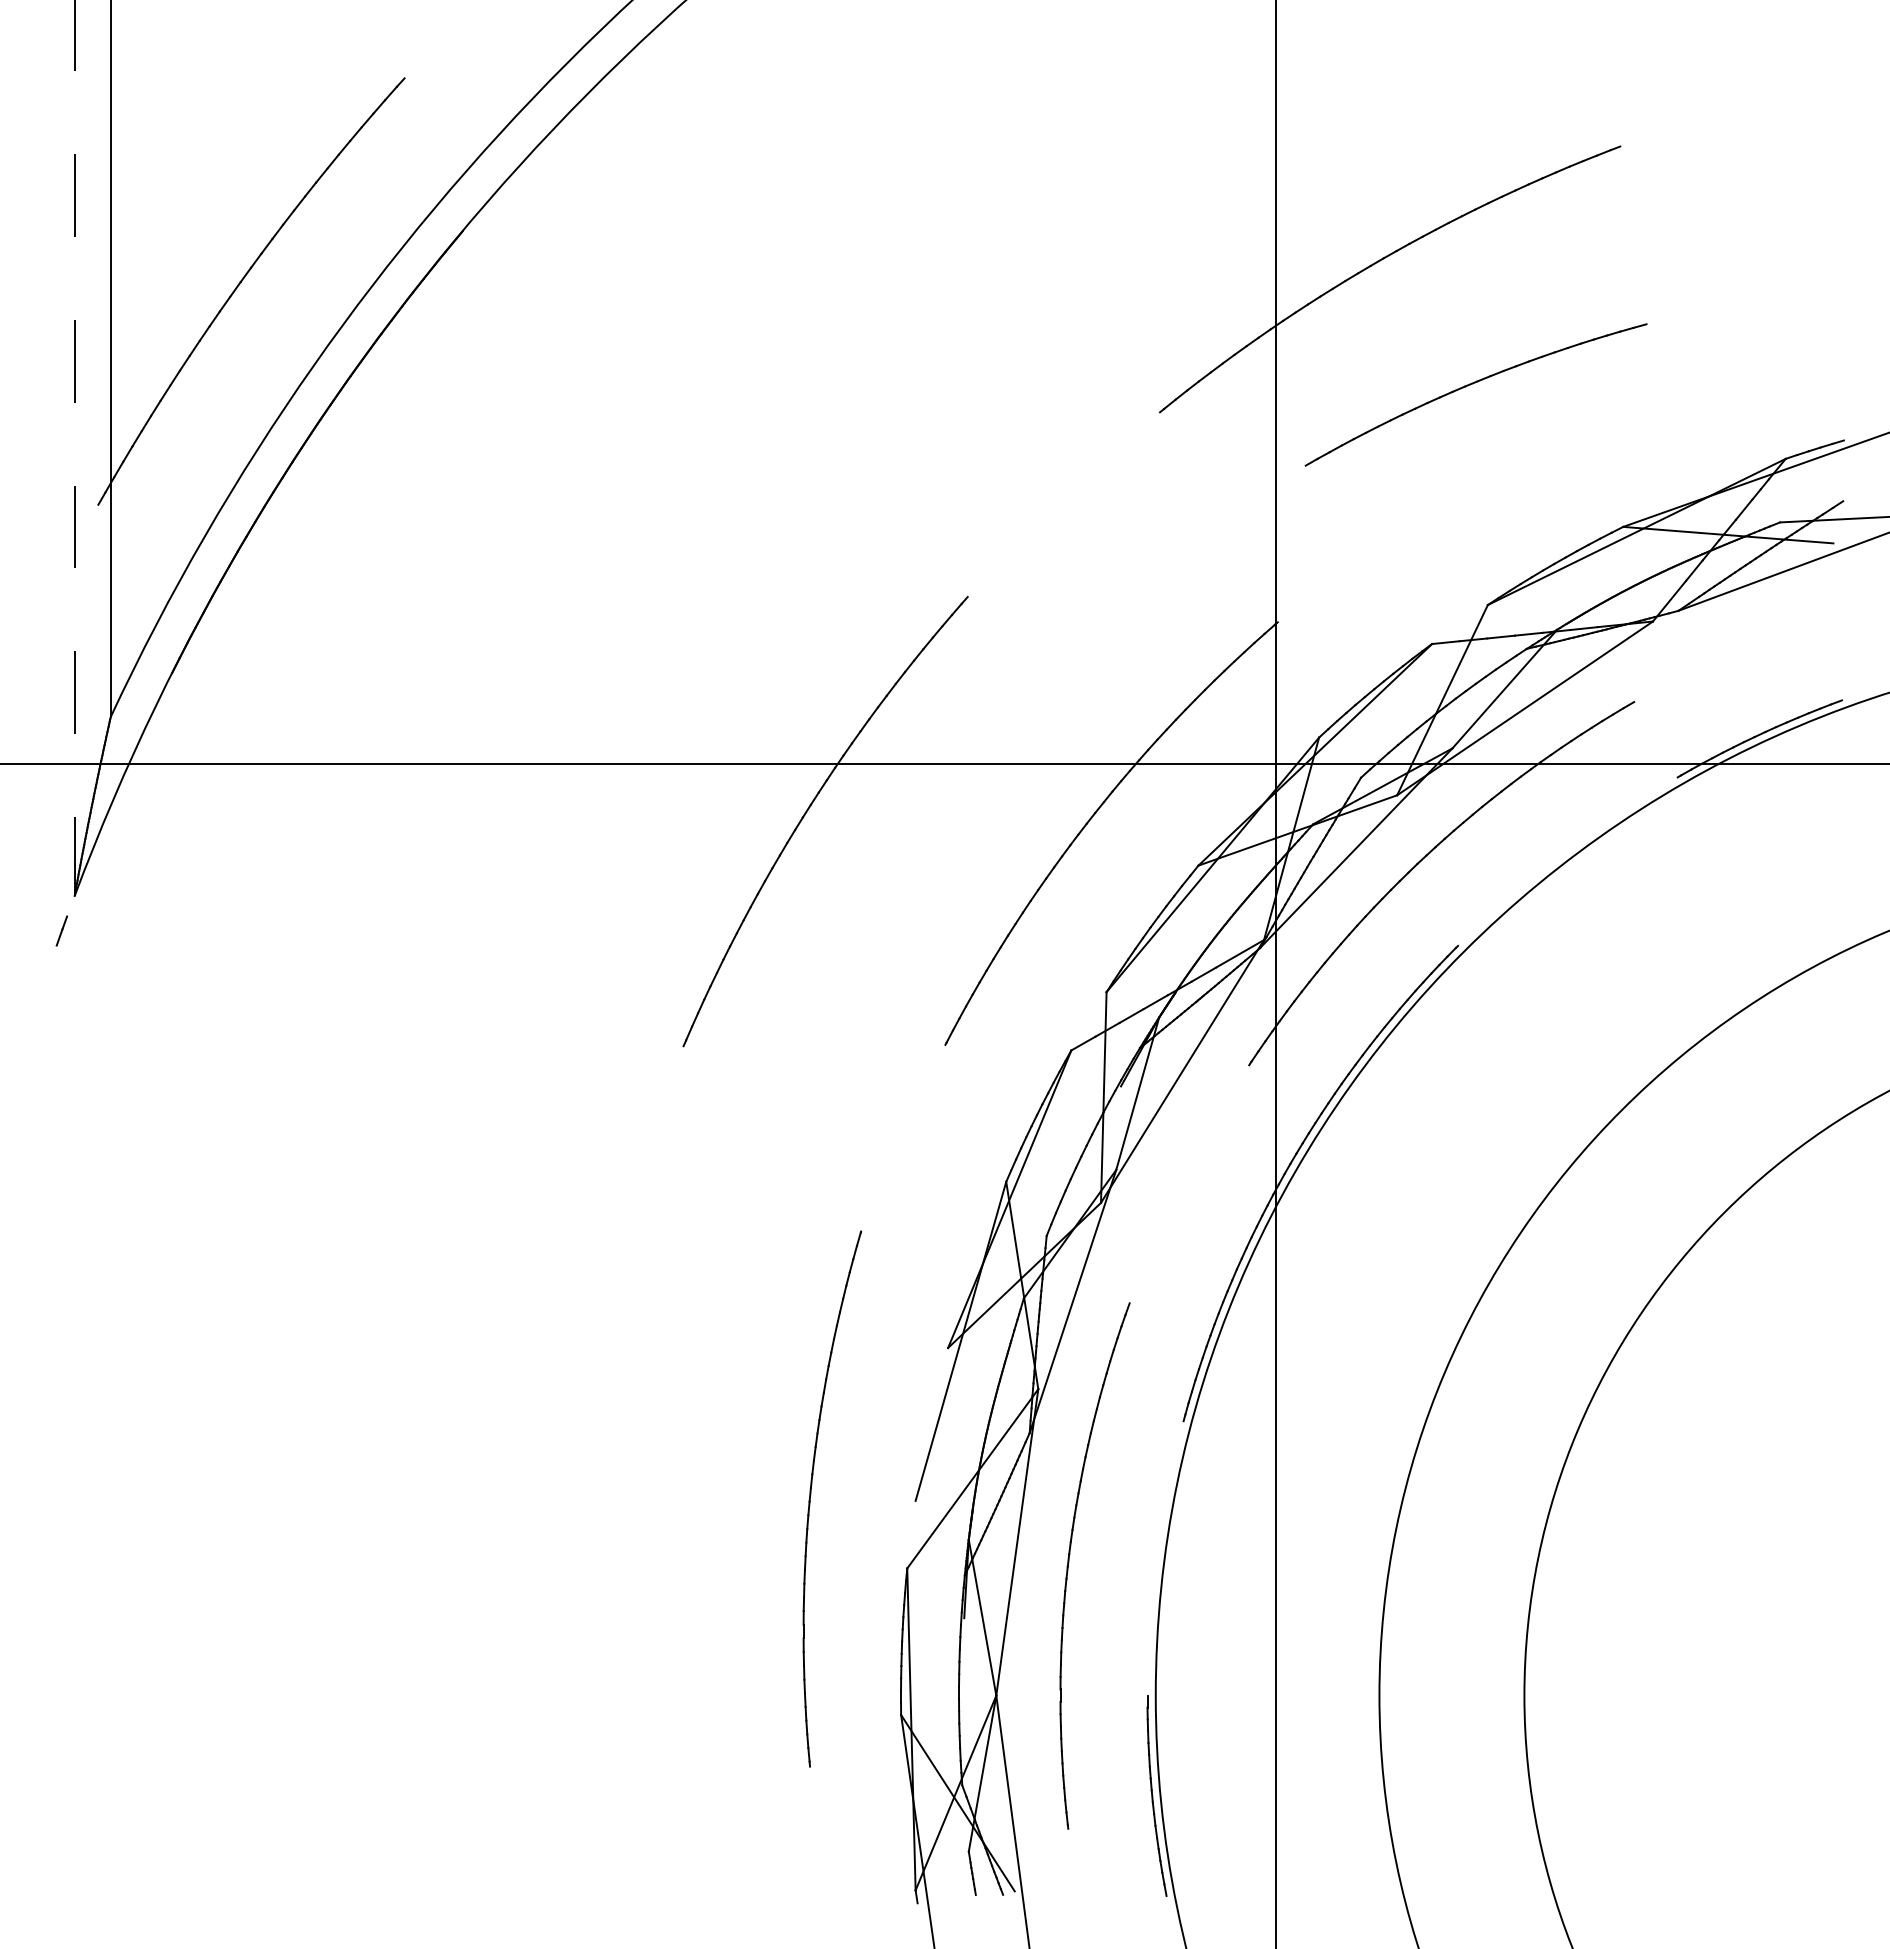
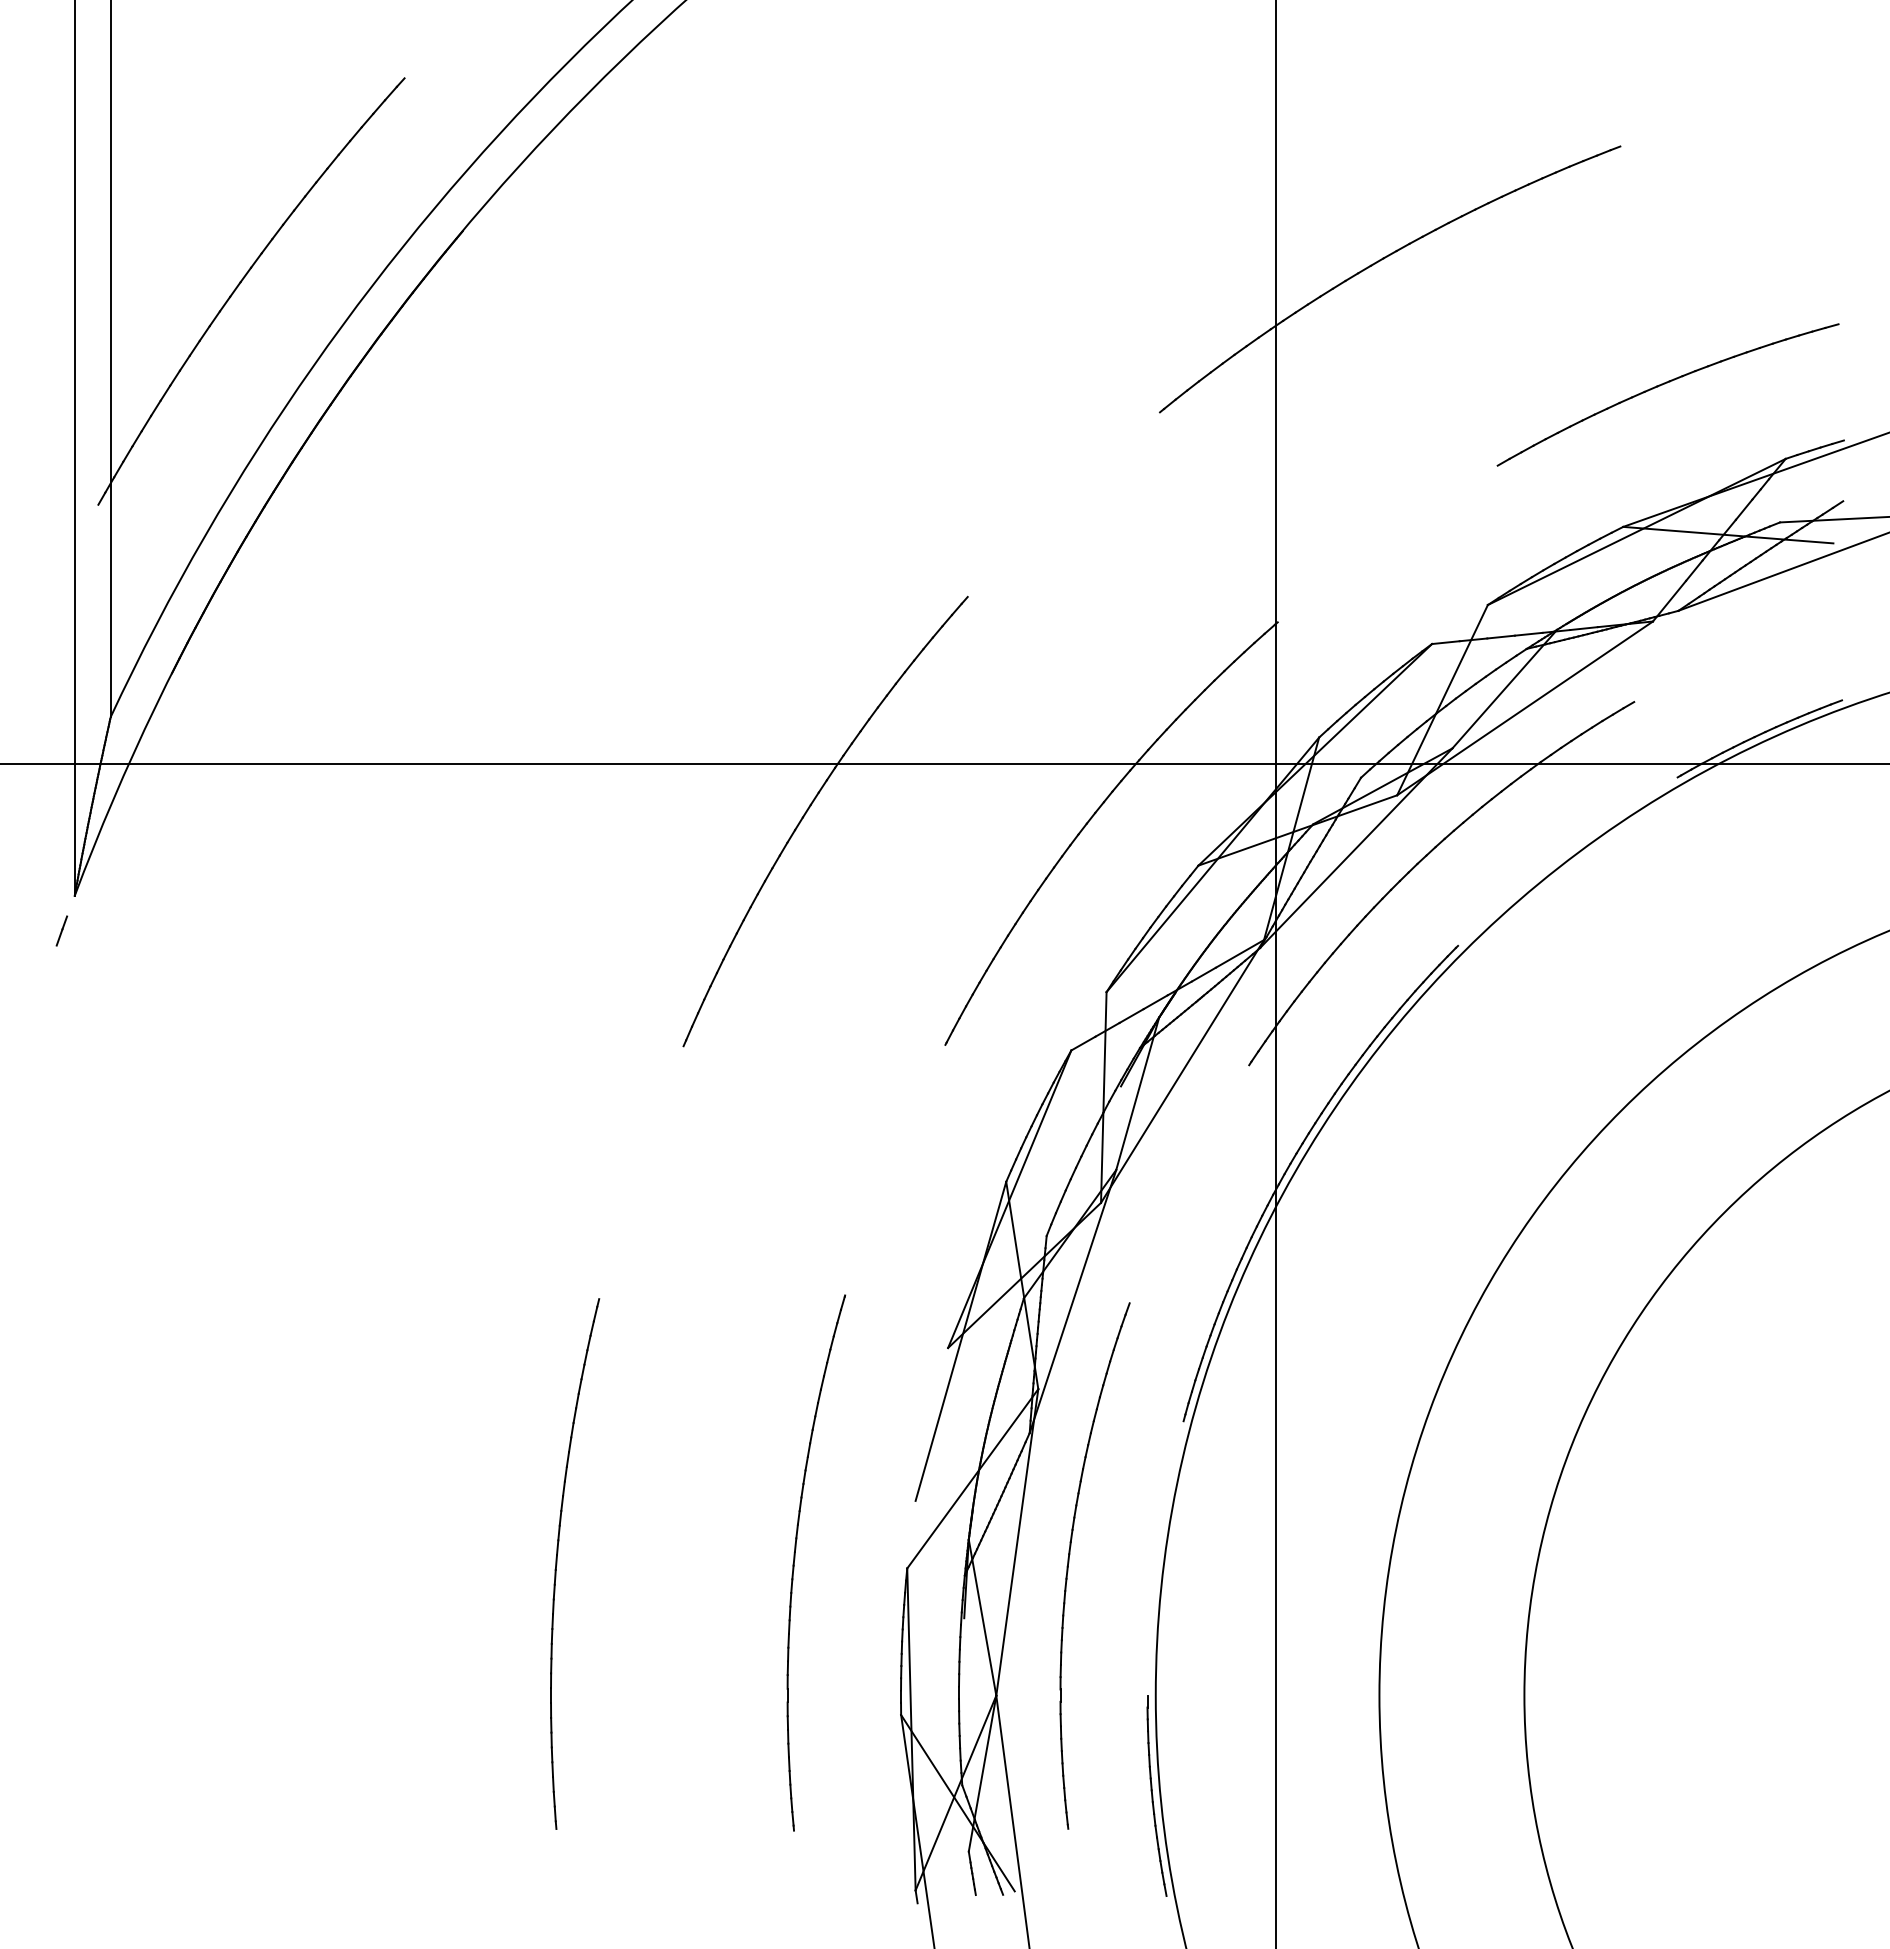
part at (1473, 384) position: (1473, 384) -> (1665, 384)
line at (74, 448): dashed -> solid
part at (811, 1495) position: (811, 1495) -> (795, 1559)
part at (557, 1563): none -> present
